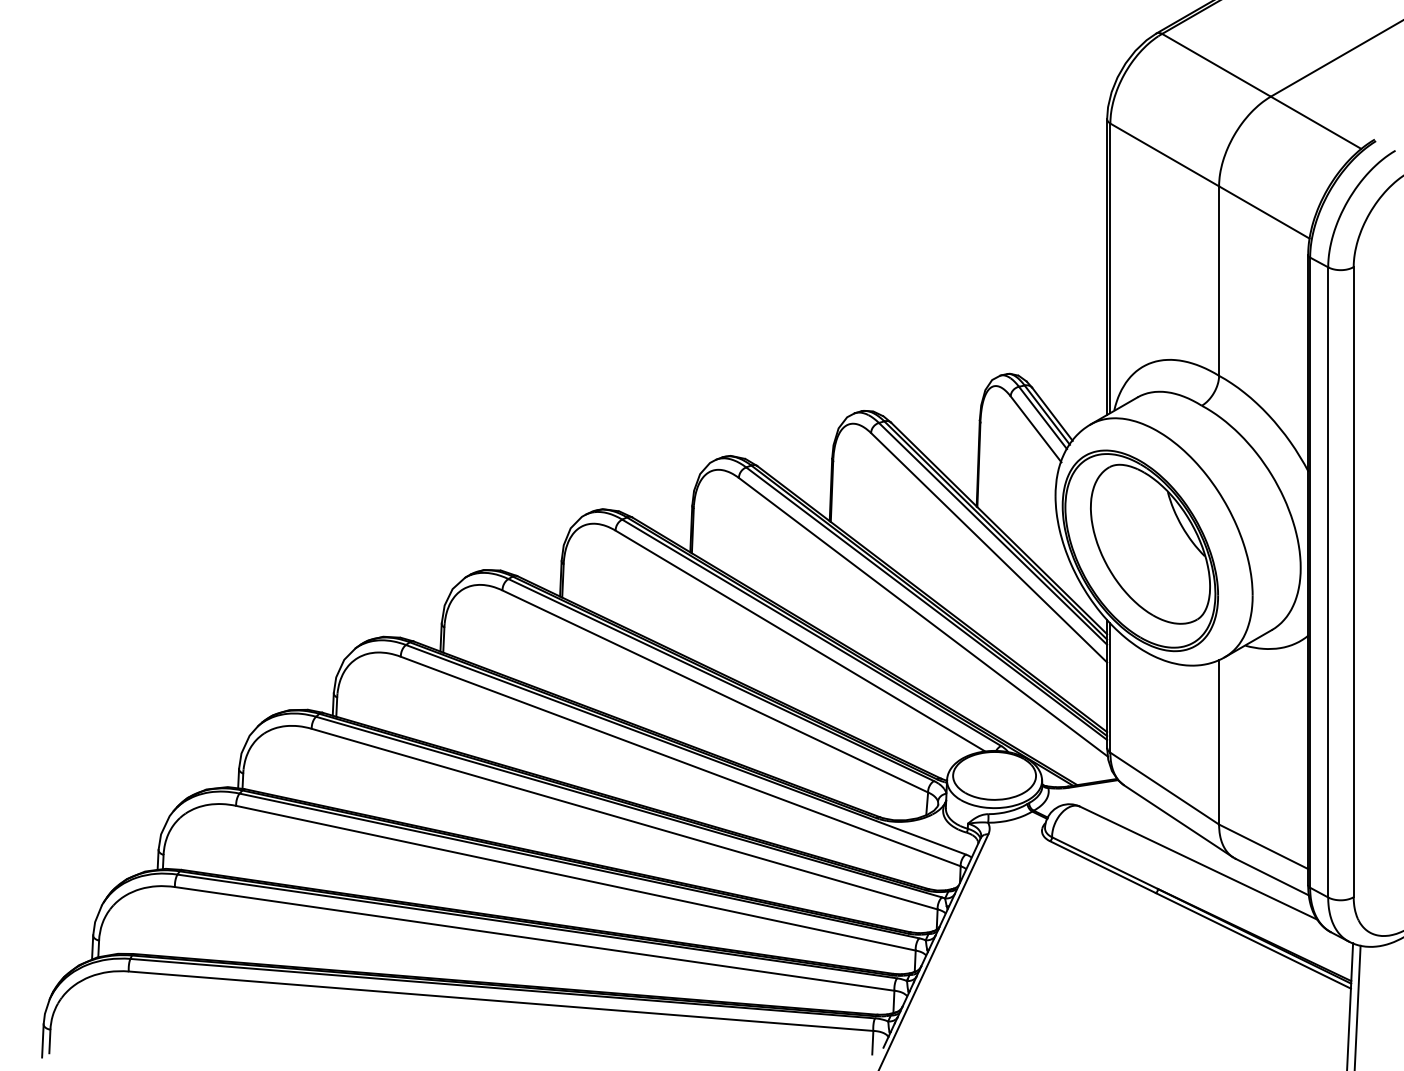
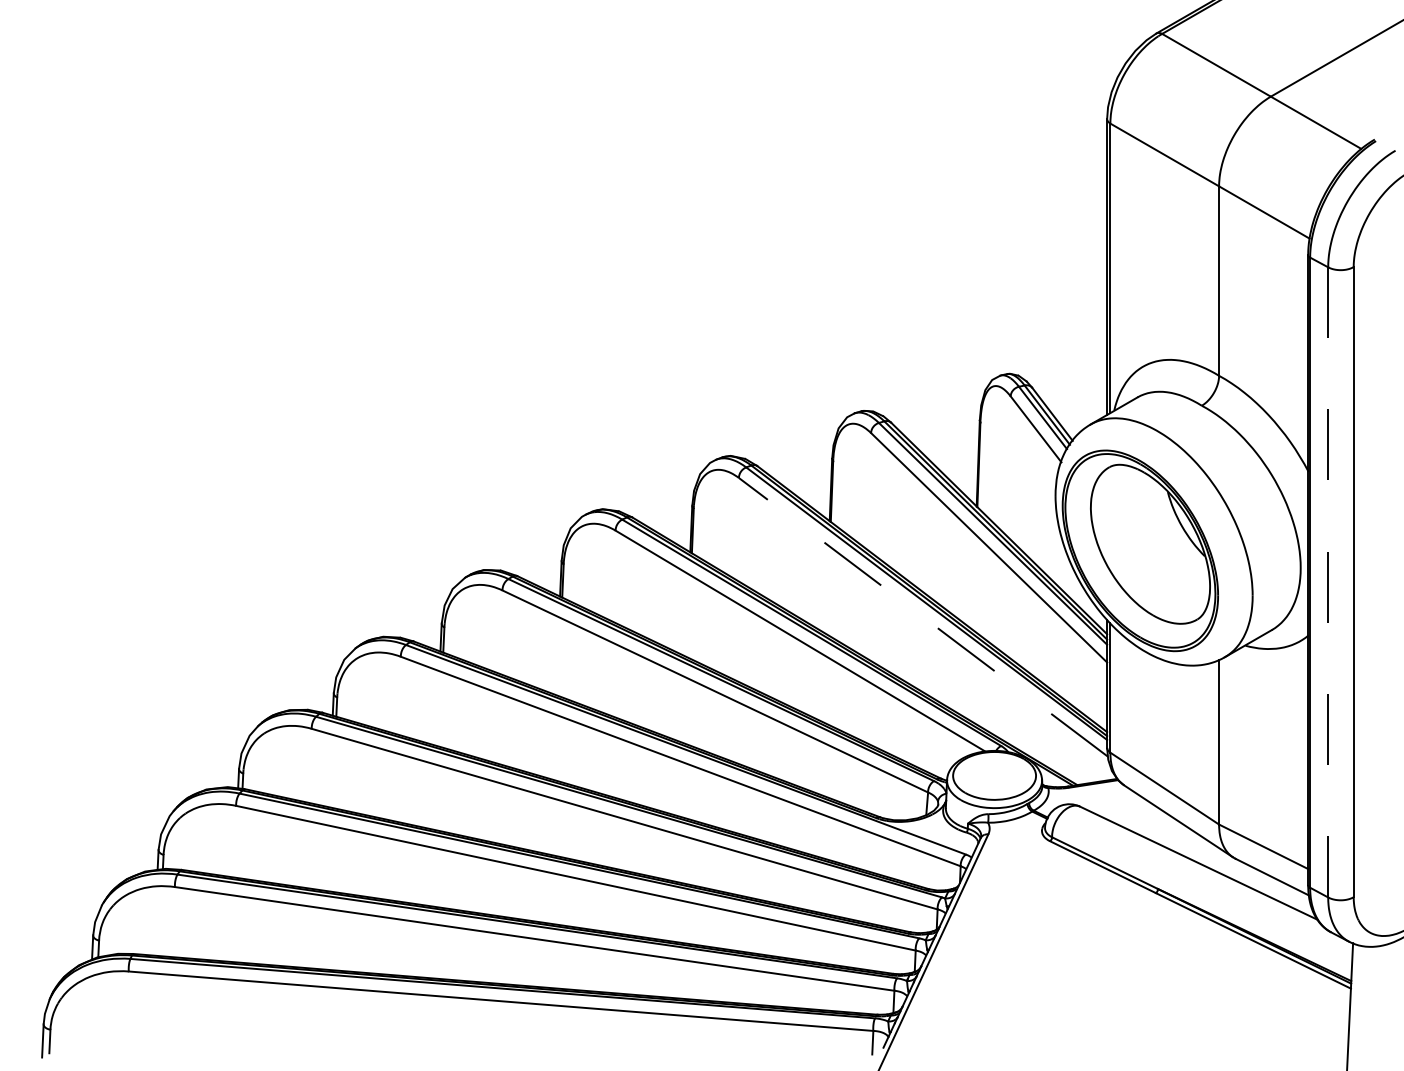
line at (1328, 582): solid -> dashed
line at (923, 617): solid -> dashed
line at (1357, 1006): present -> none
